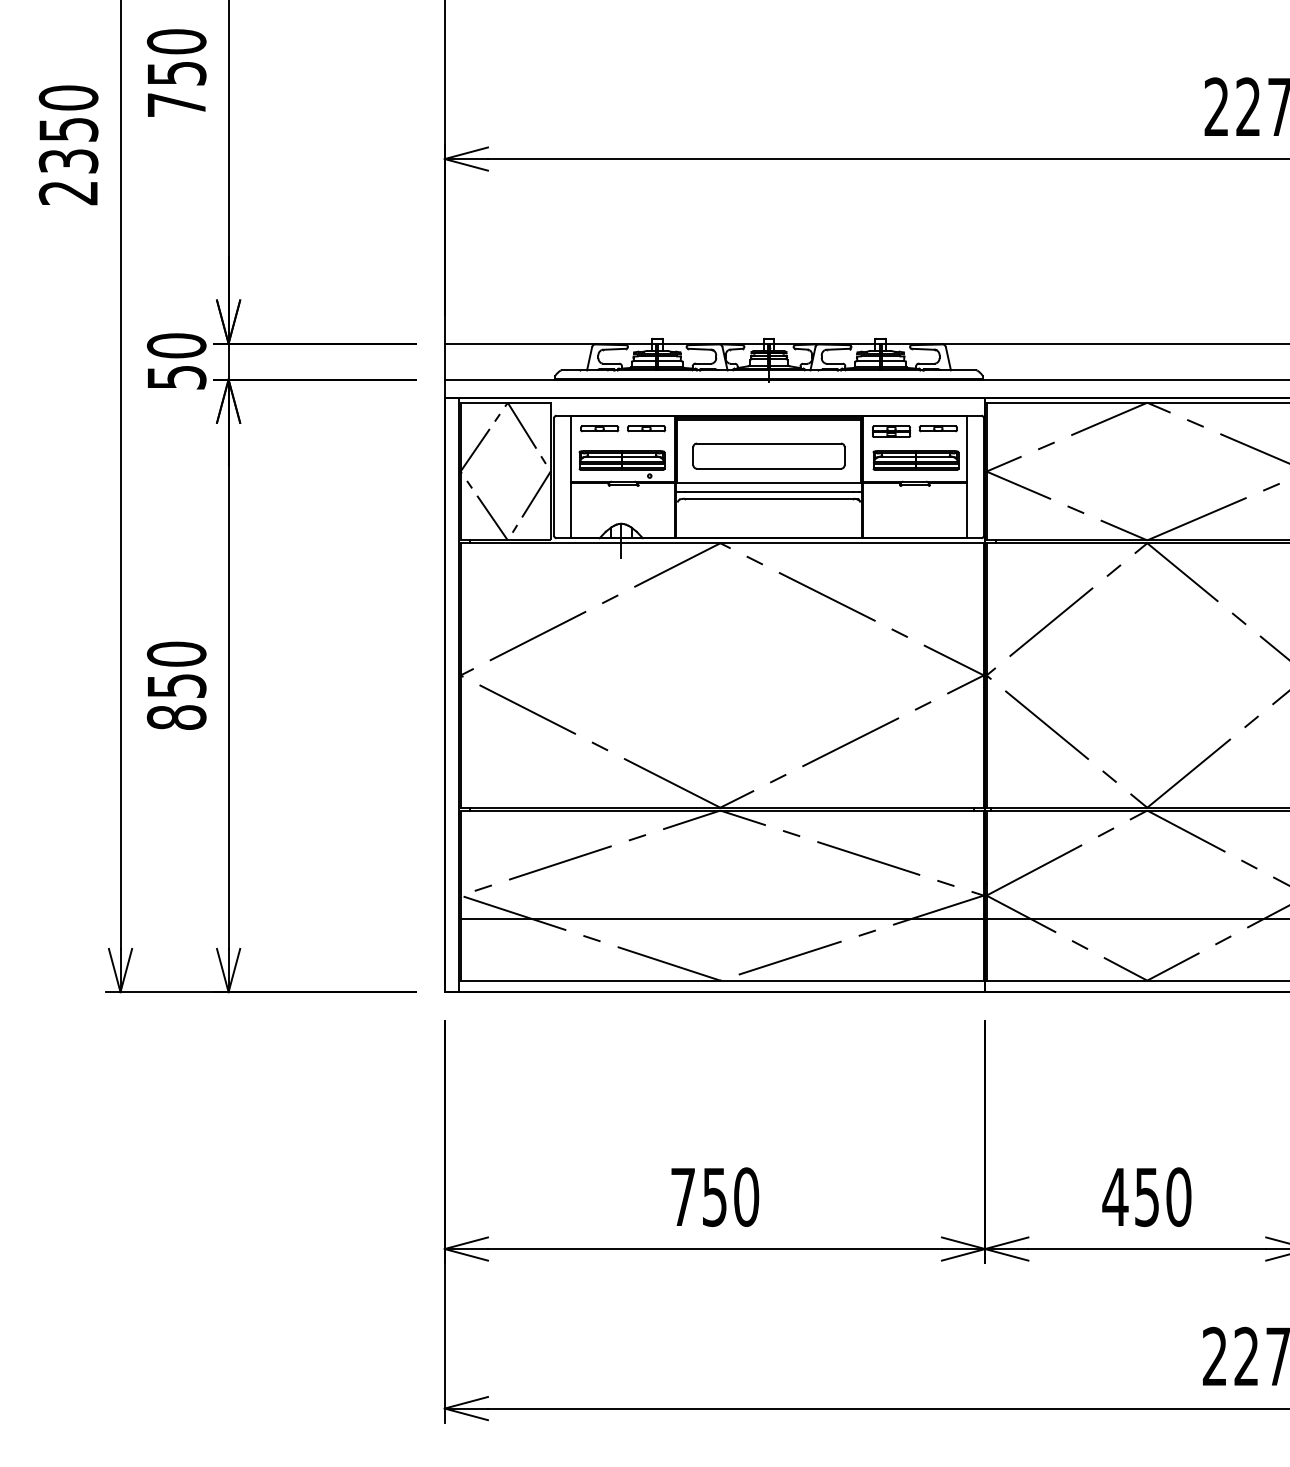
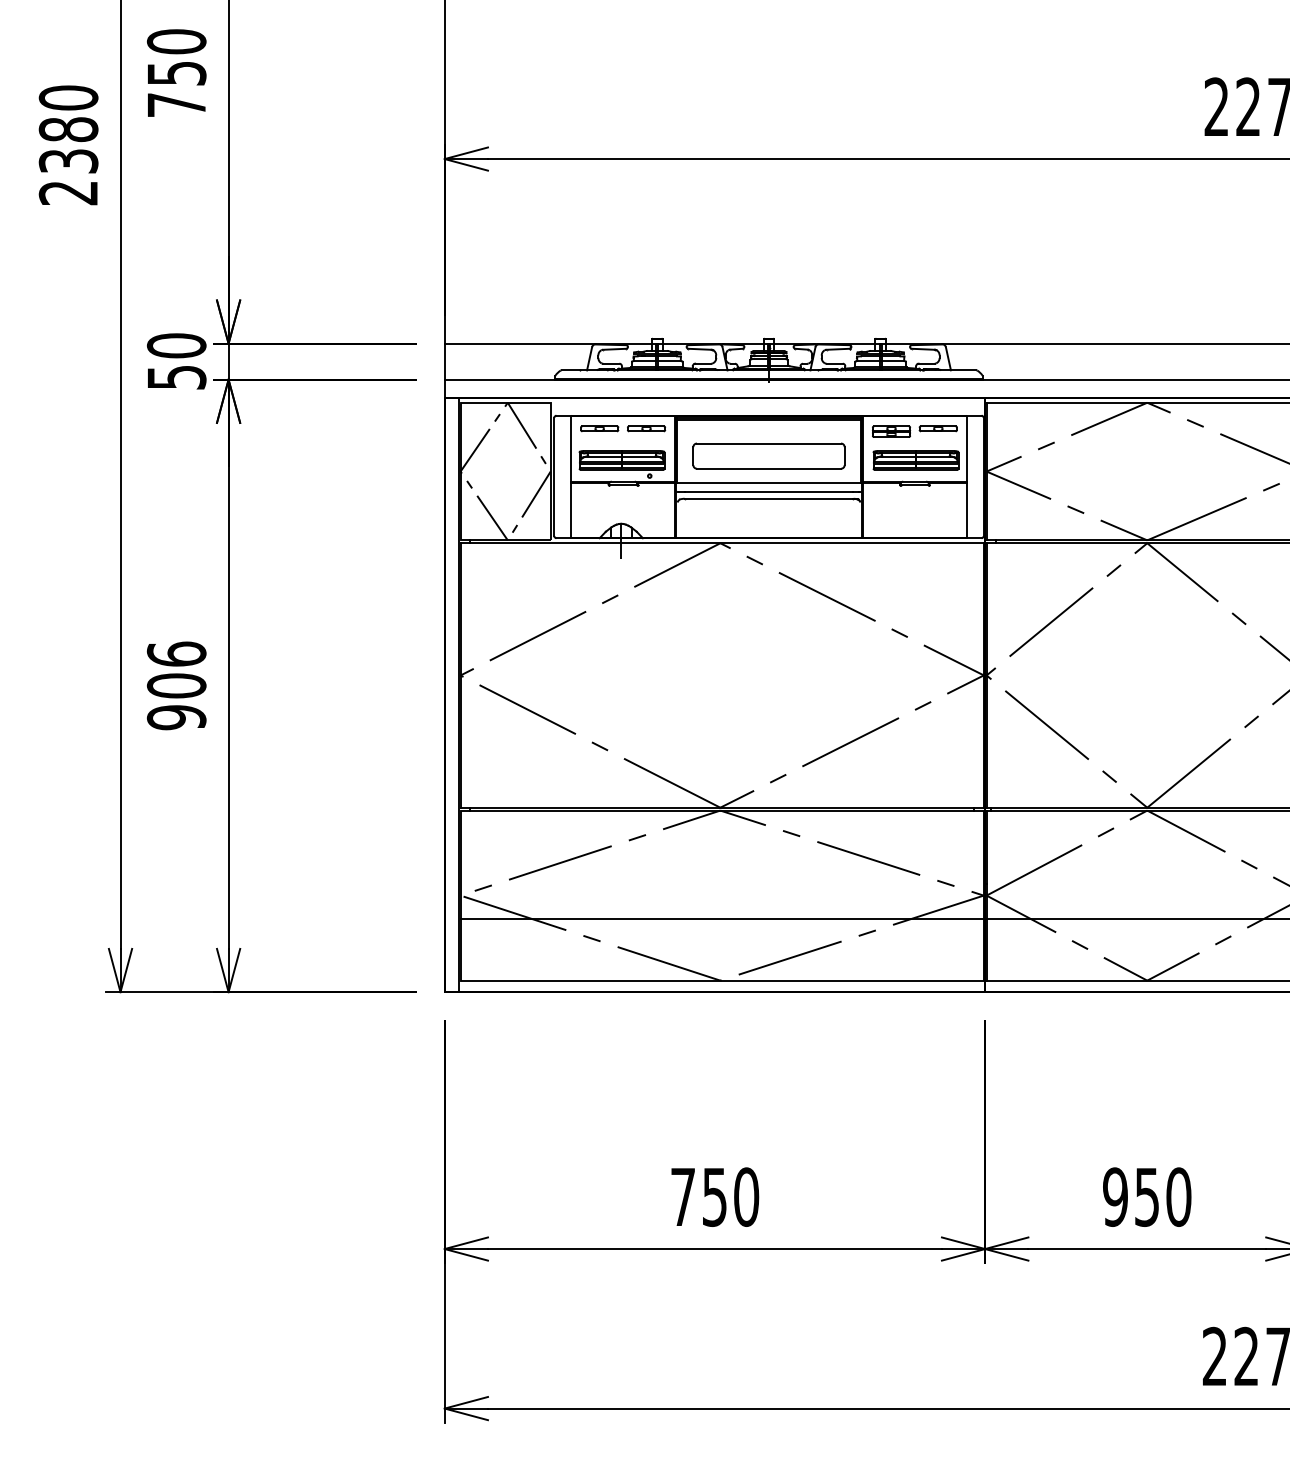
text at (68, 129): 2350 -> 2380
text at (176, 685): 850 -> 906
text at (1115, 1196): 450 -> 950
